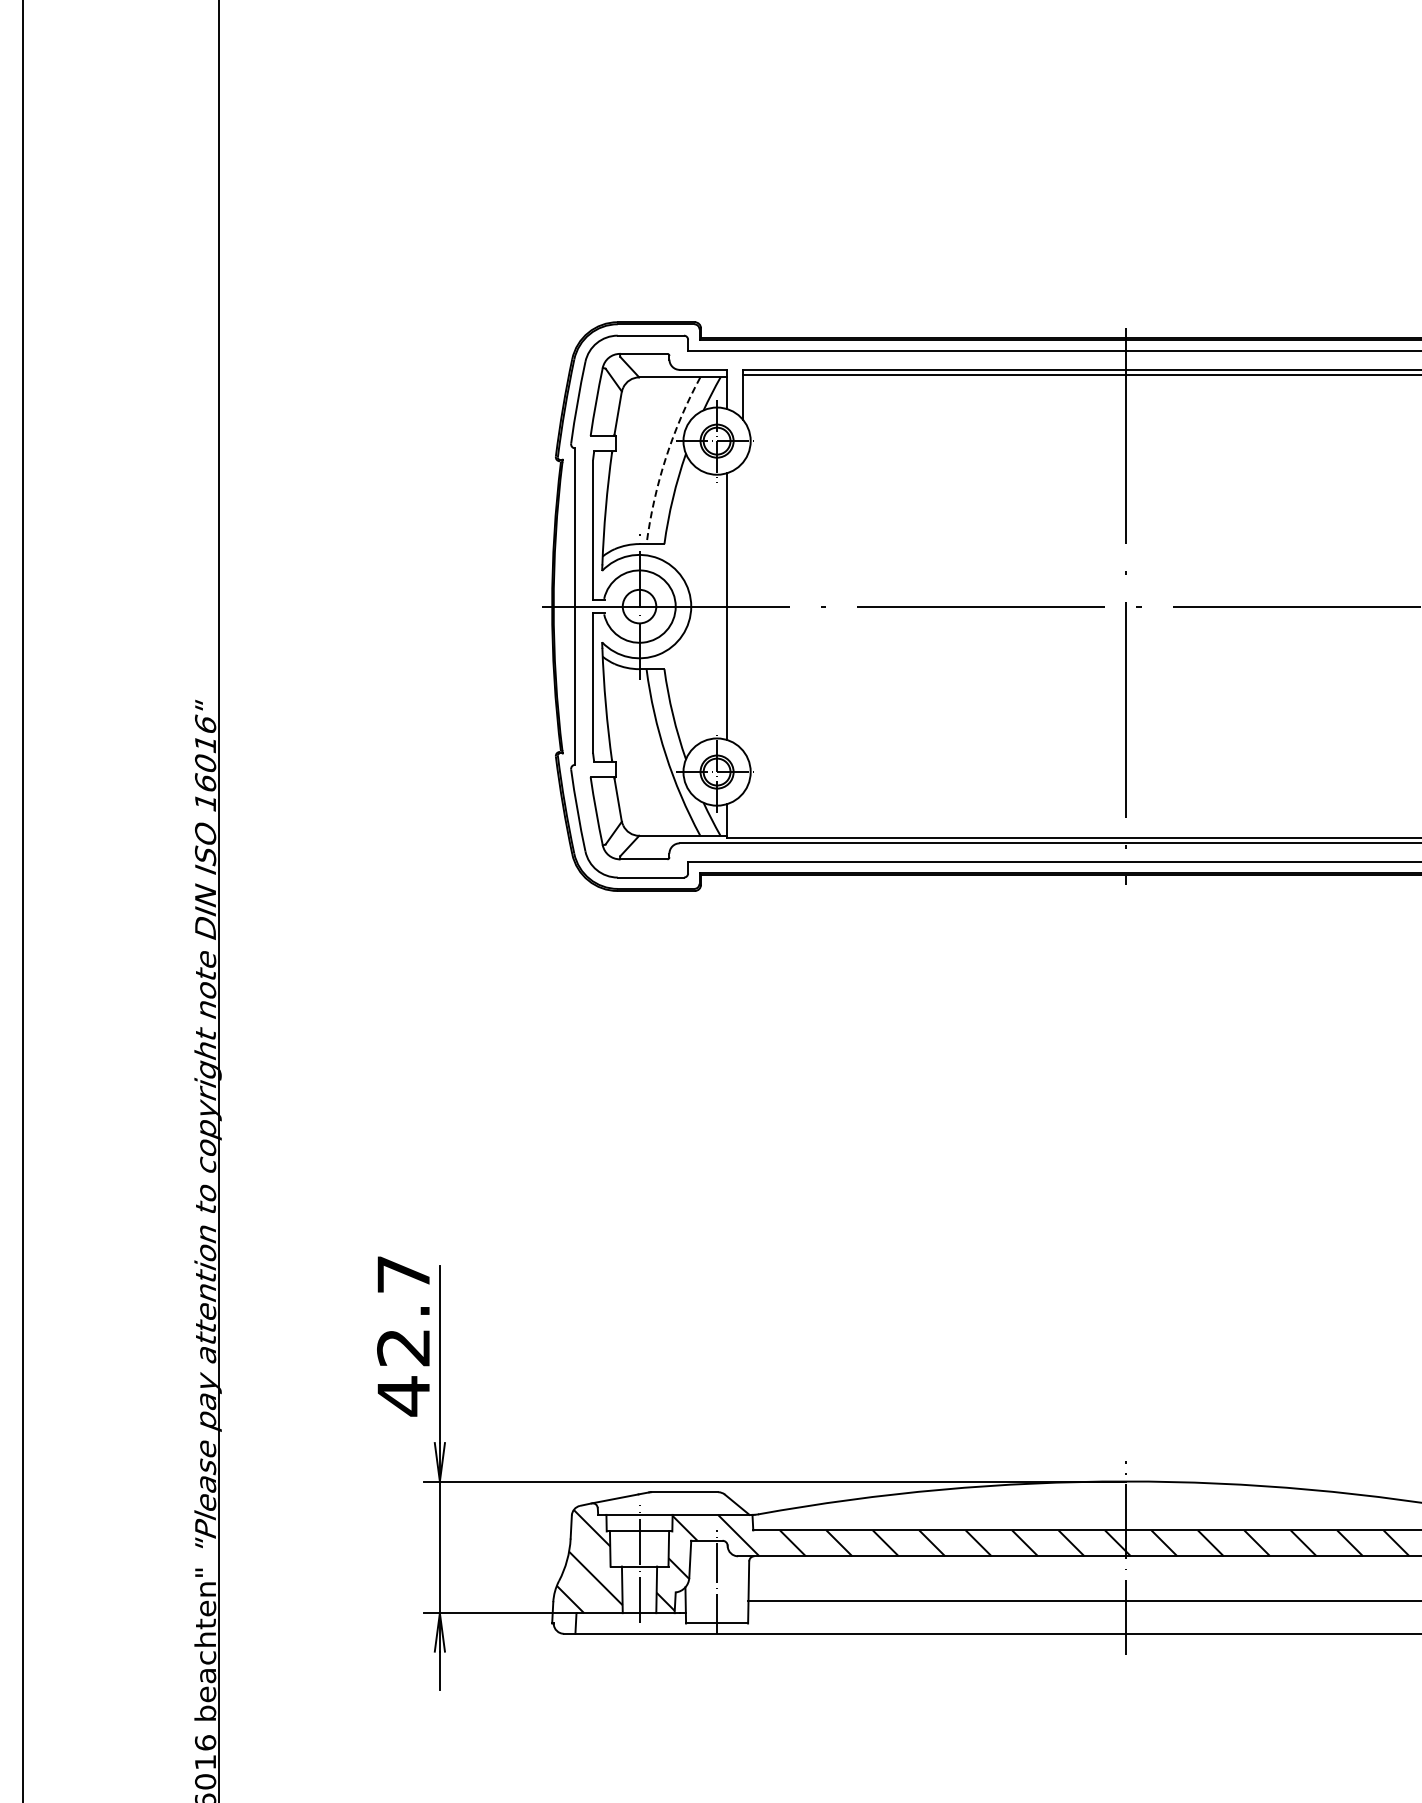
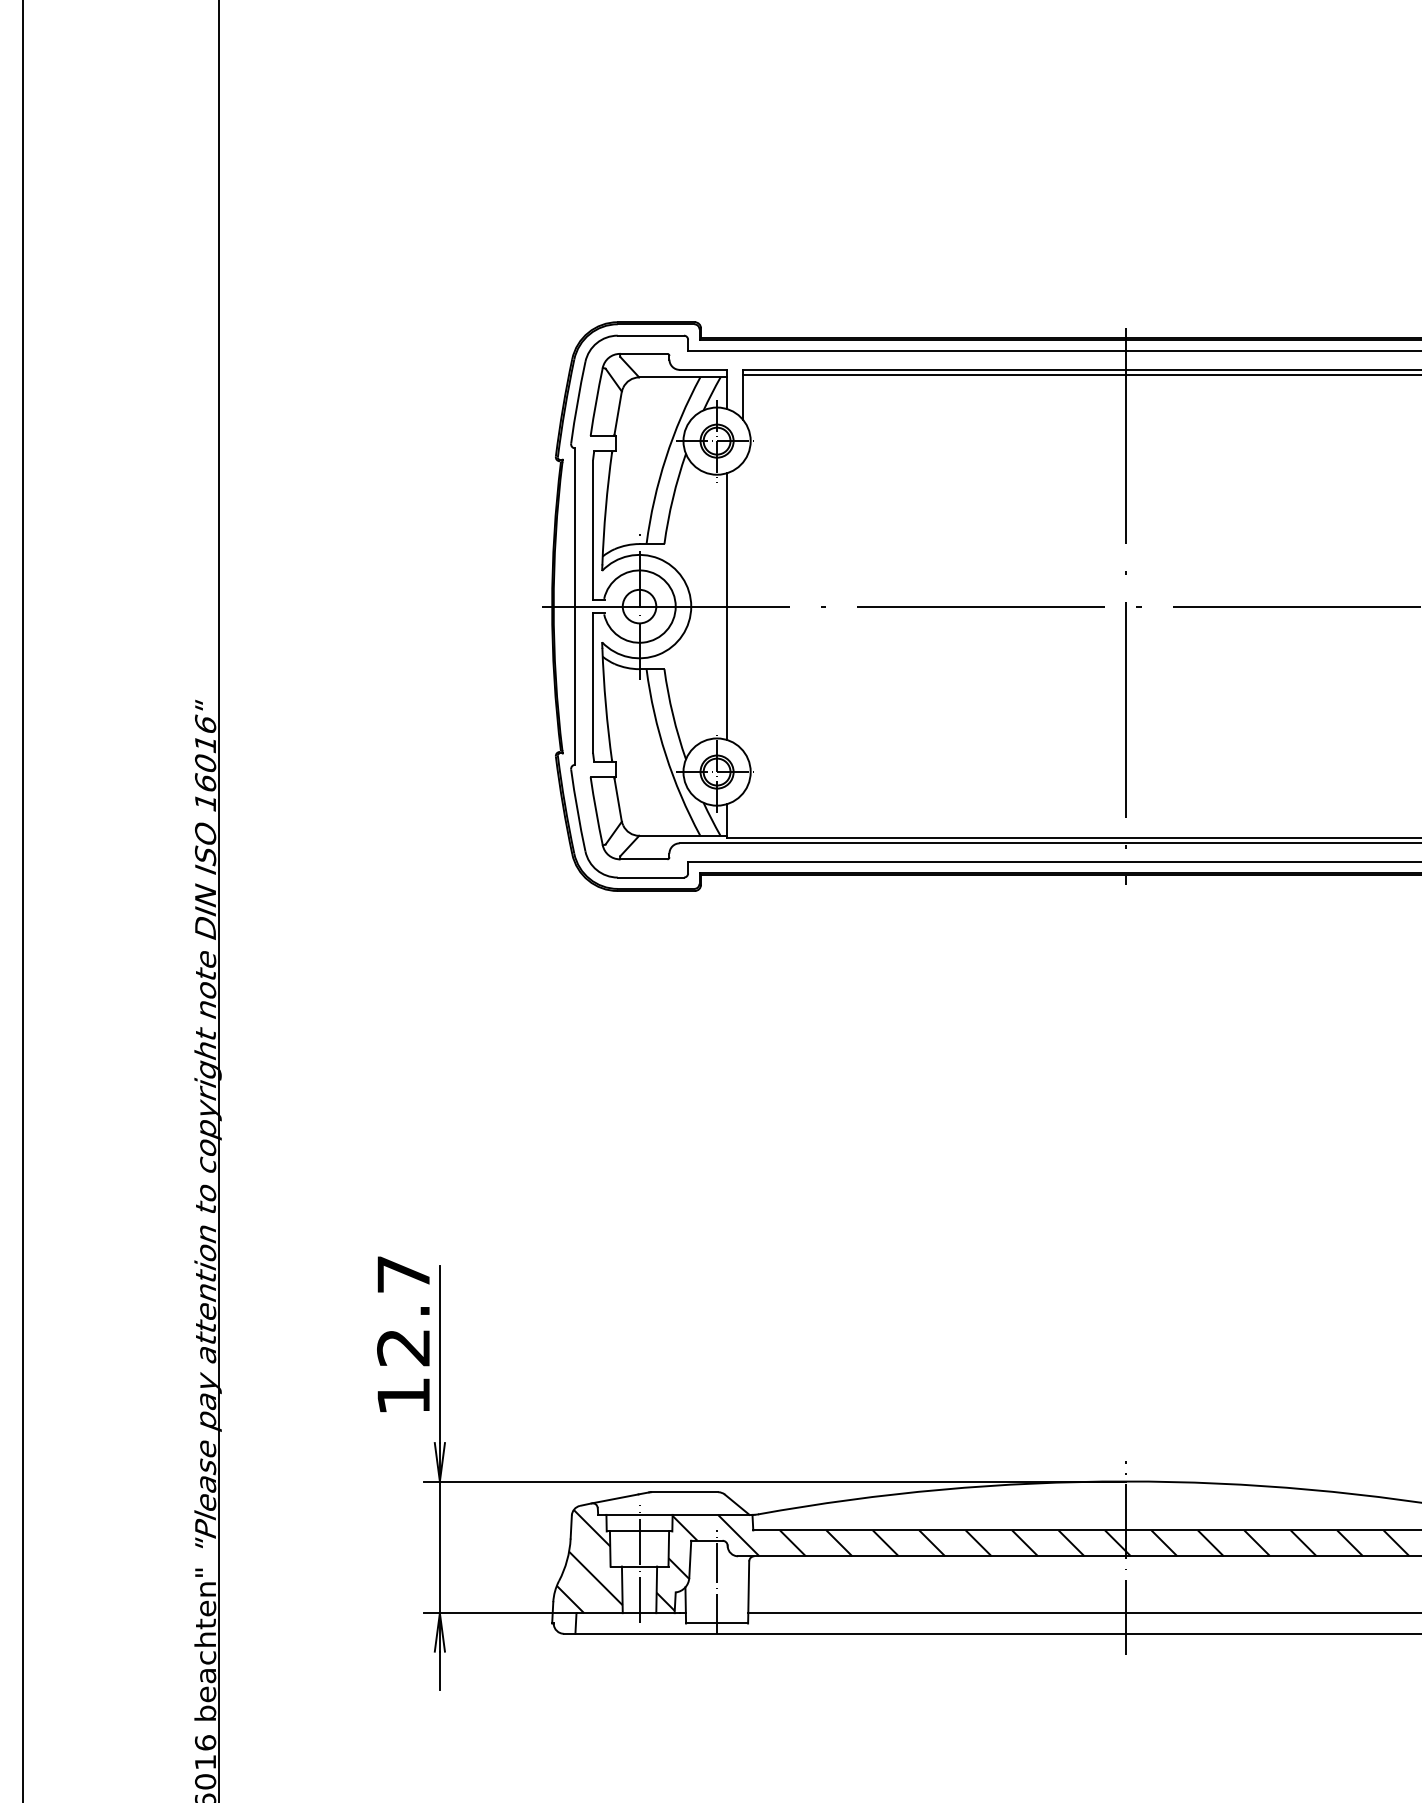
arc at (665, 458): dashed -> solid
text at (403, 1396): 42.7 -> 12.7
line at (1083, 1601) position: (1083, 1601) -> (1083, 1613)
